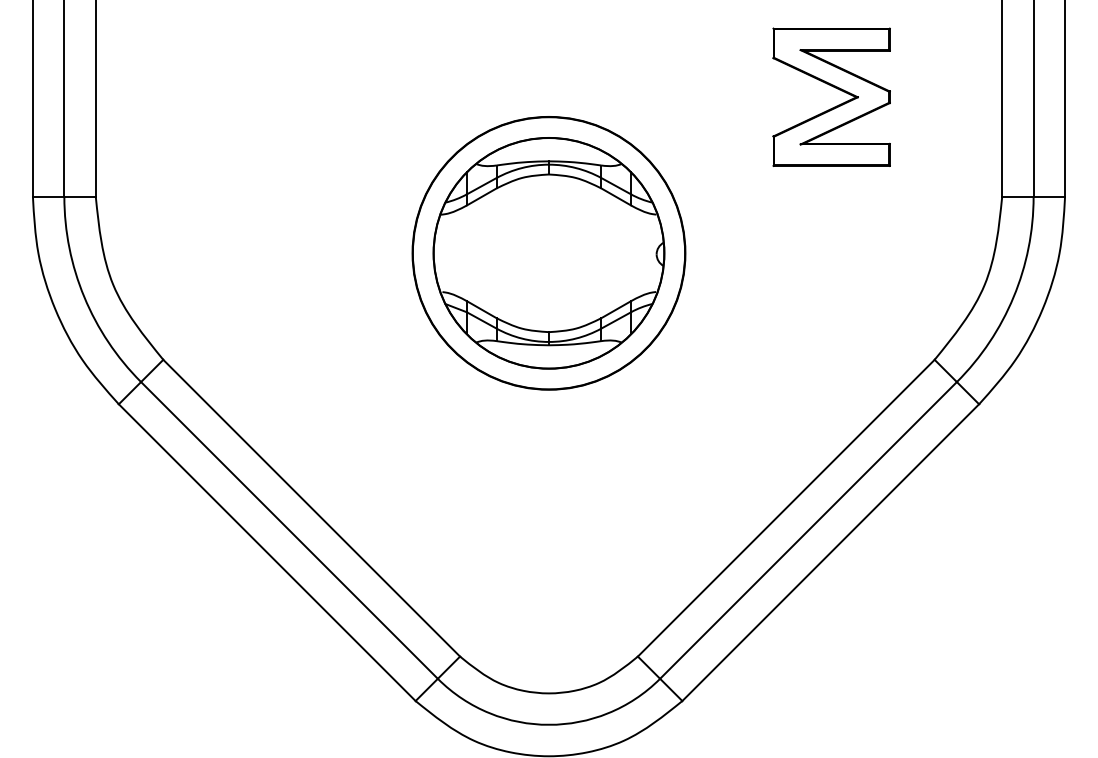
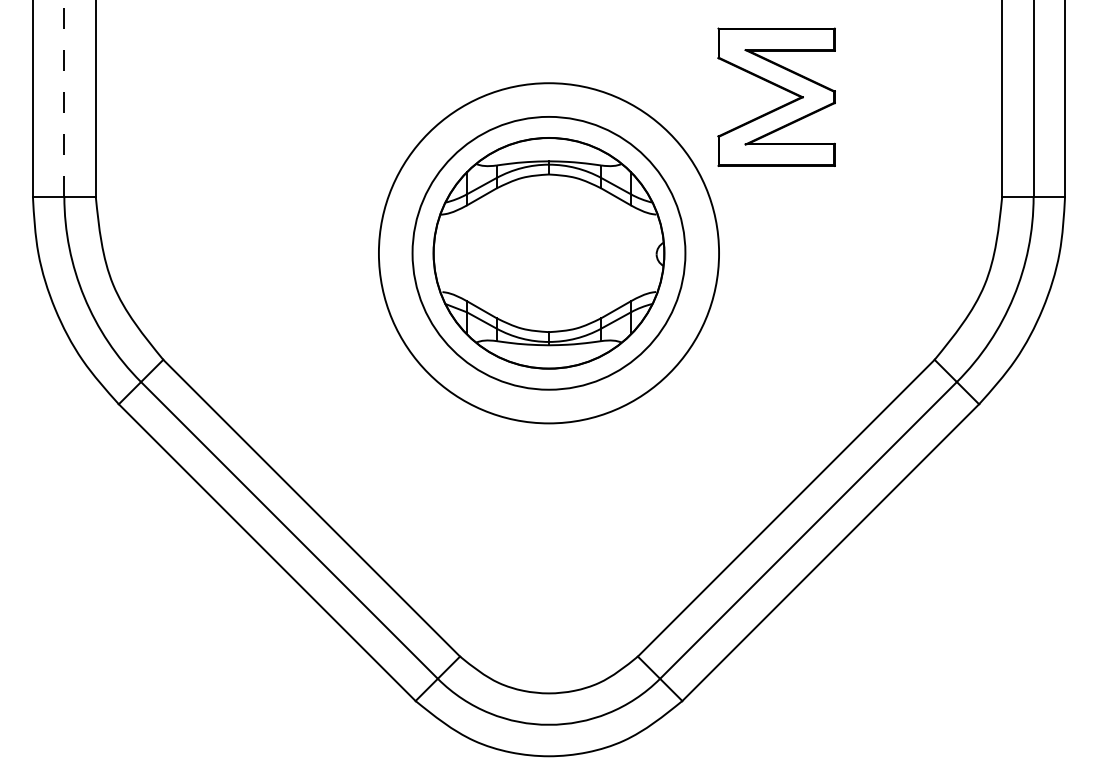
part at (835, 88) position: (835, 88) -> (780, 88)
line at (64, 98): solid -> dashed
circle at (548, 253) diameter: 272 px -> 340 px
